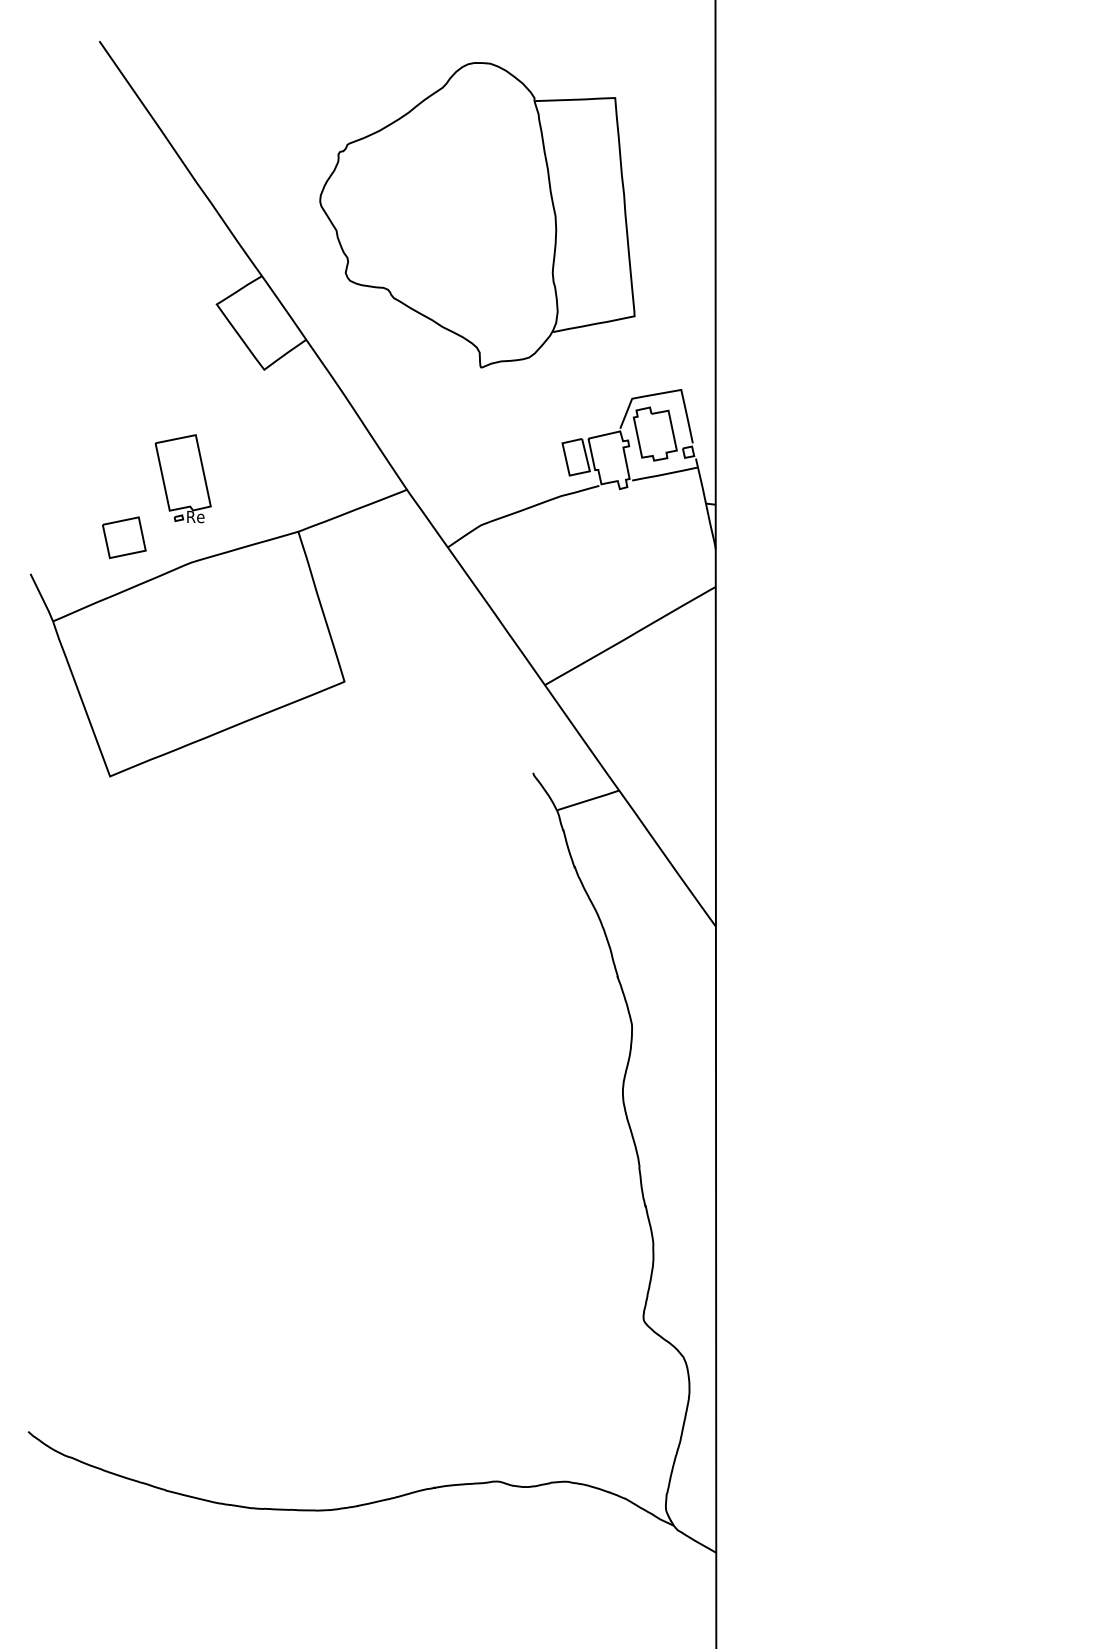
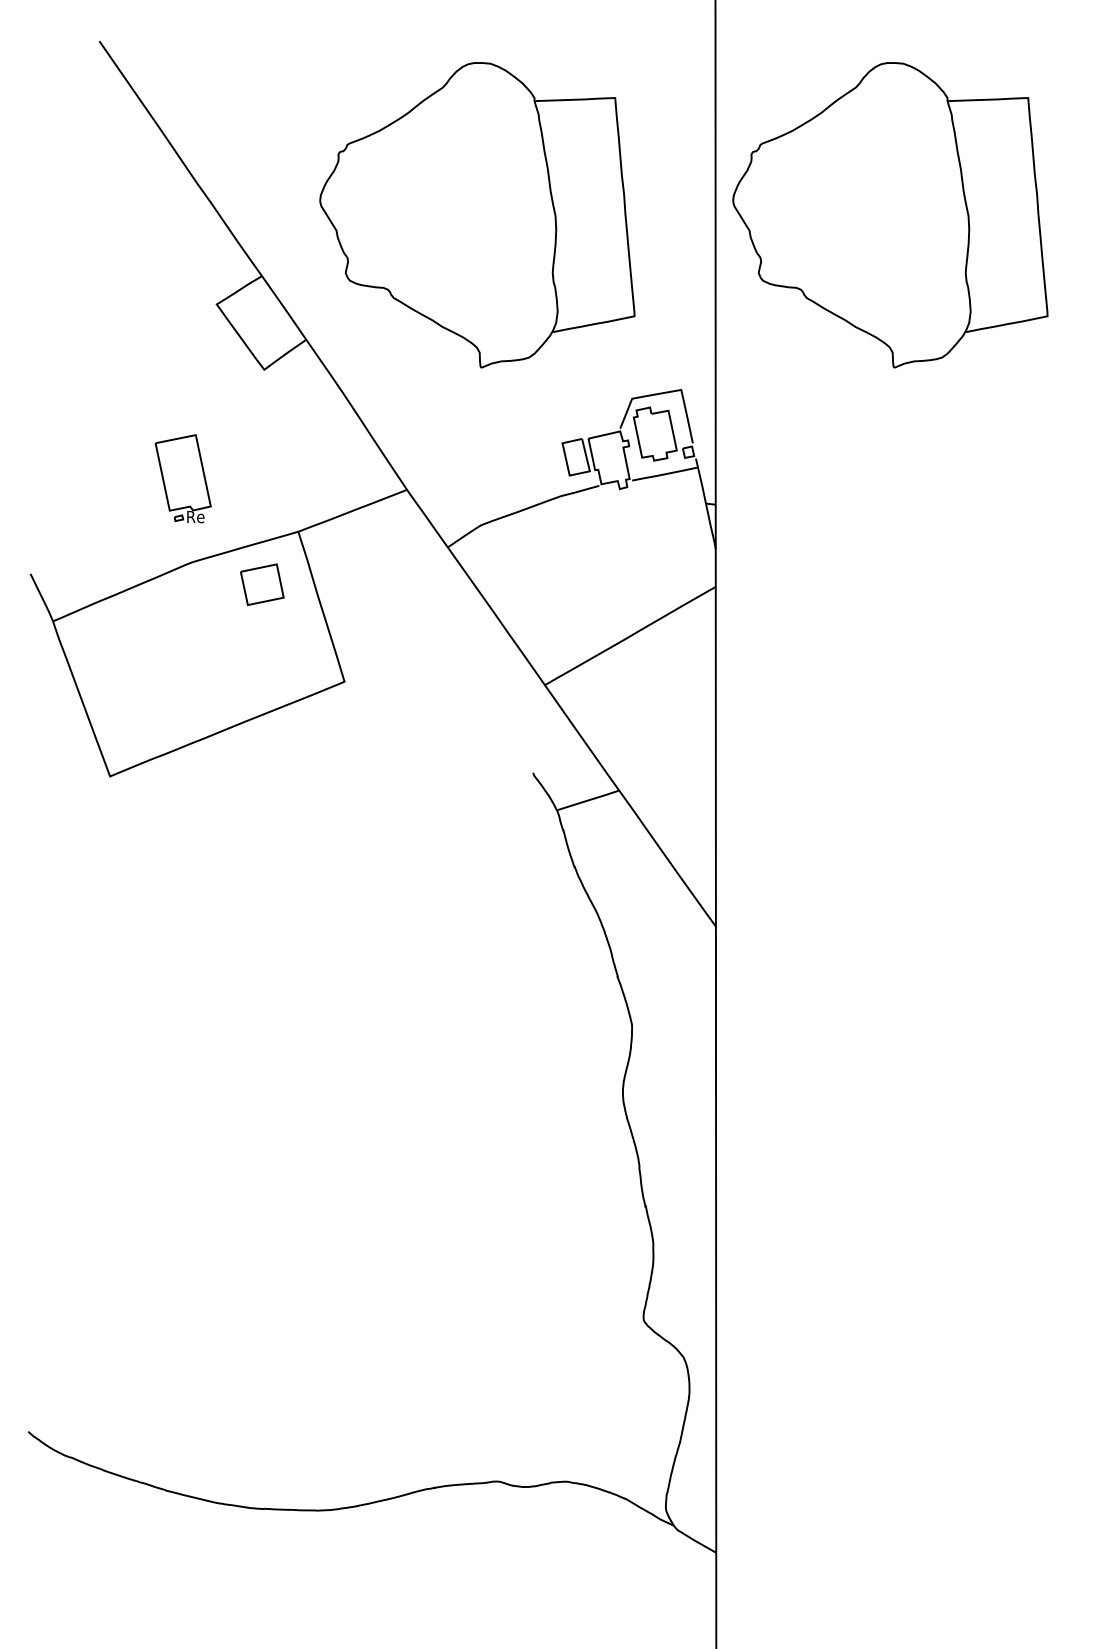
part at (890, 215): none -> present
part at (124, 537) position: (124, 537) -> (262, 584)
